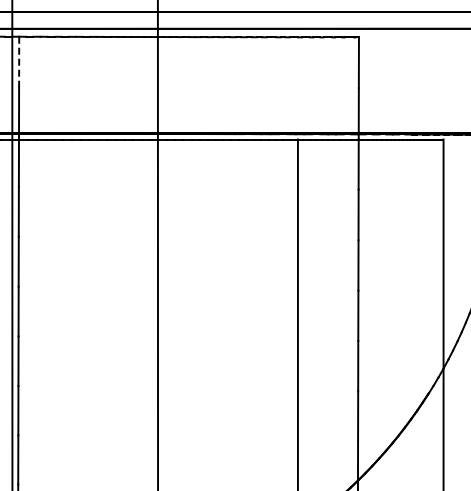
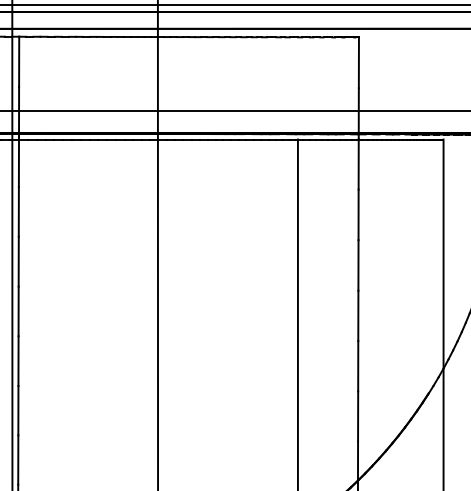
line at (234, 5): none -> present
line at (19, 62): dashed -> solid
line at (234, 110): none -> present
